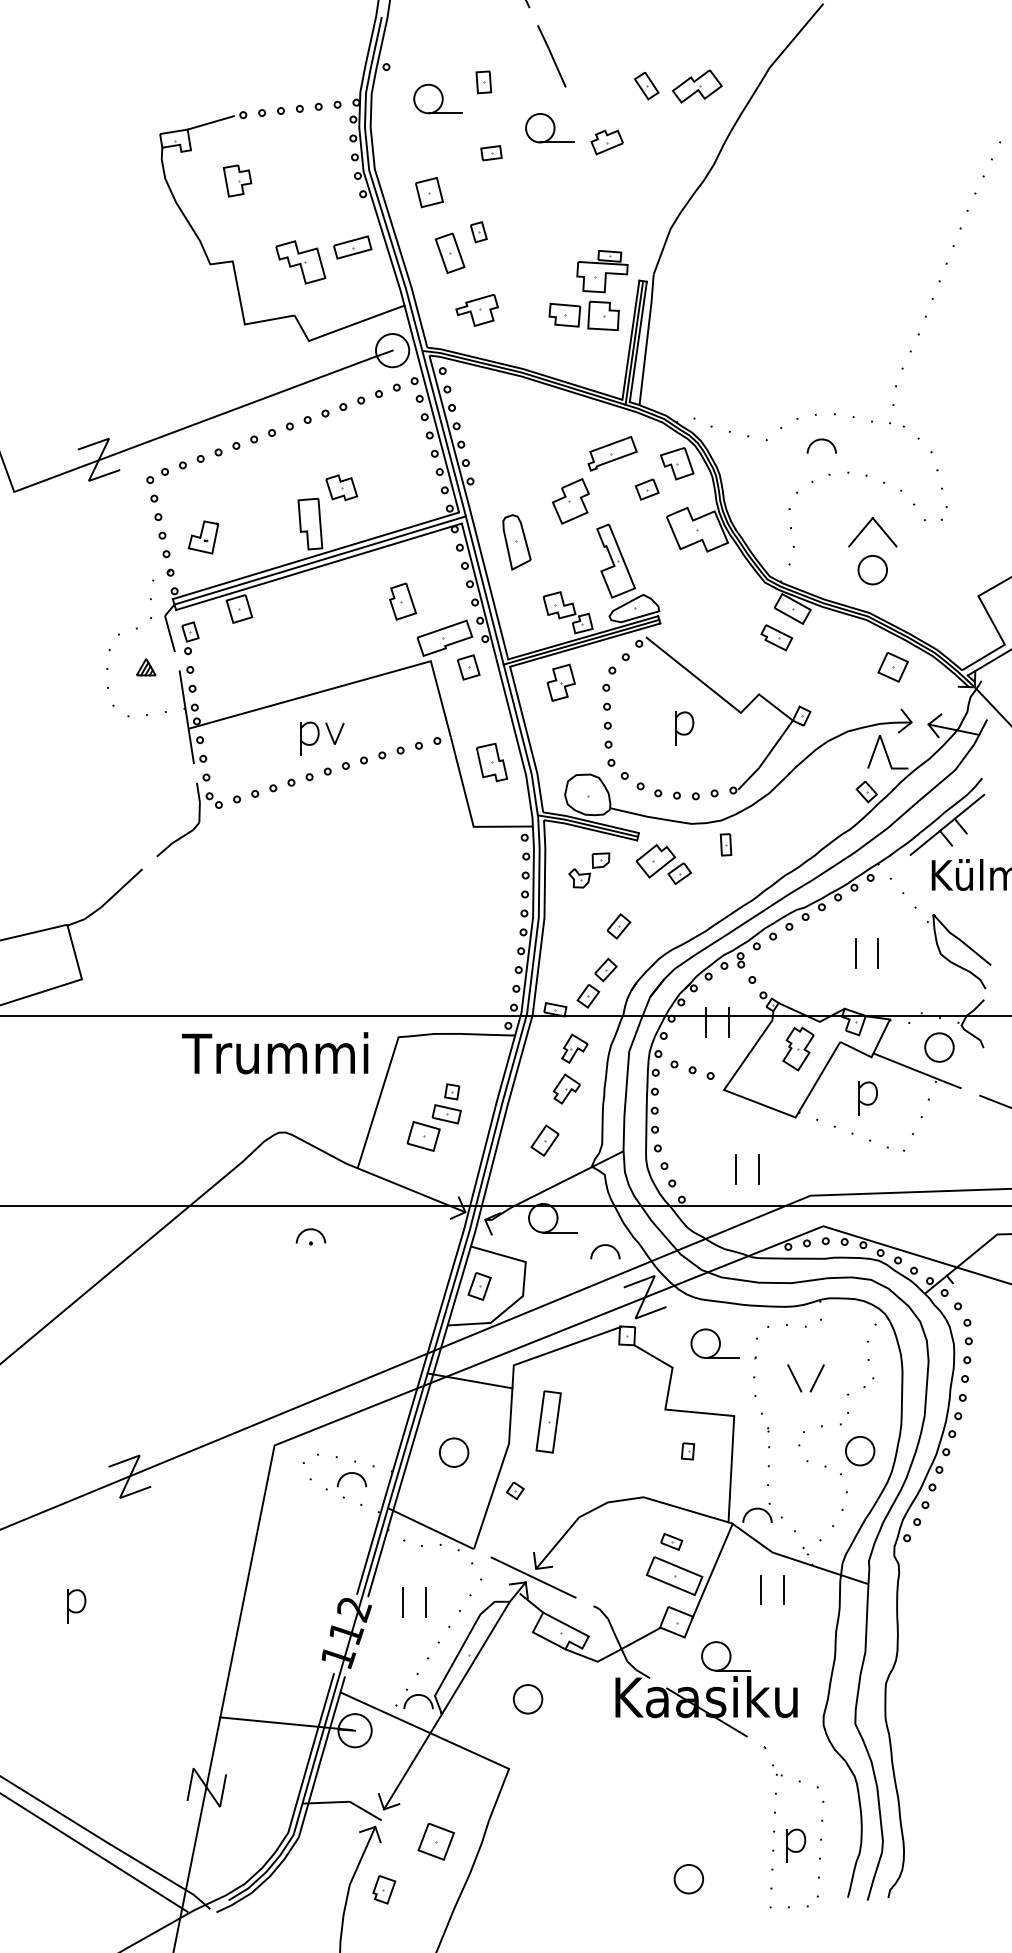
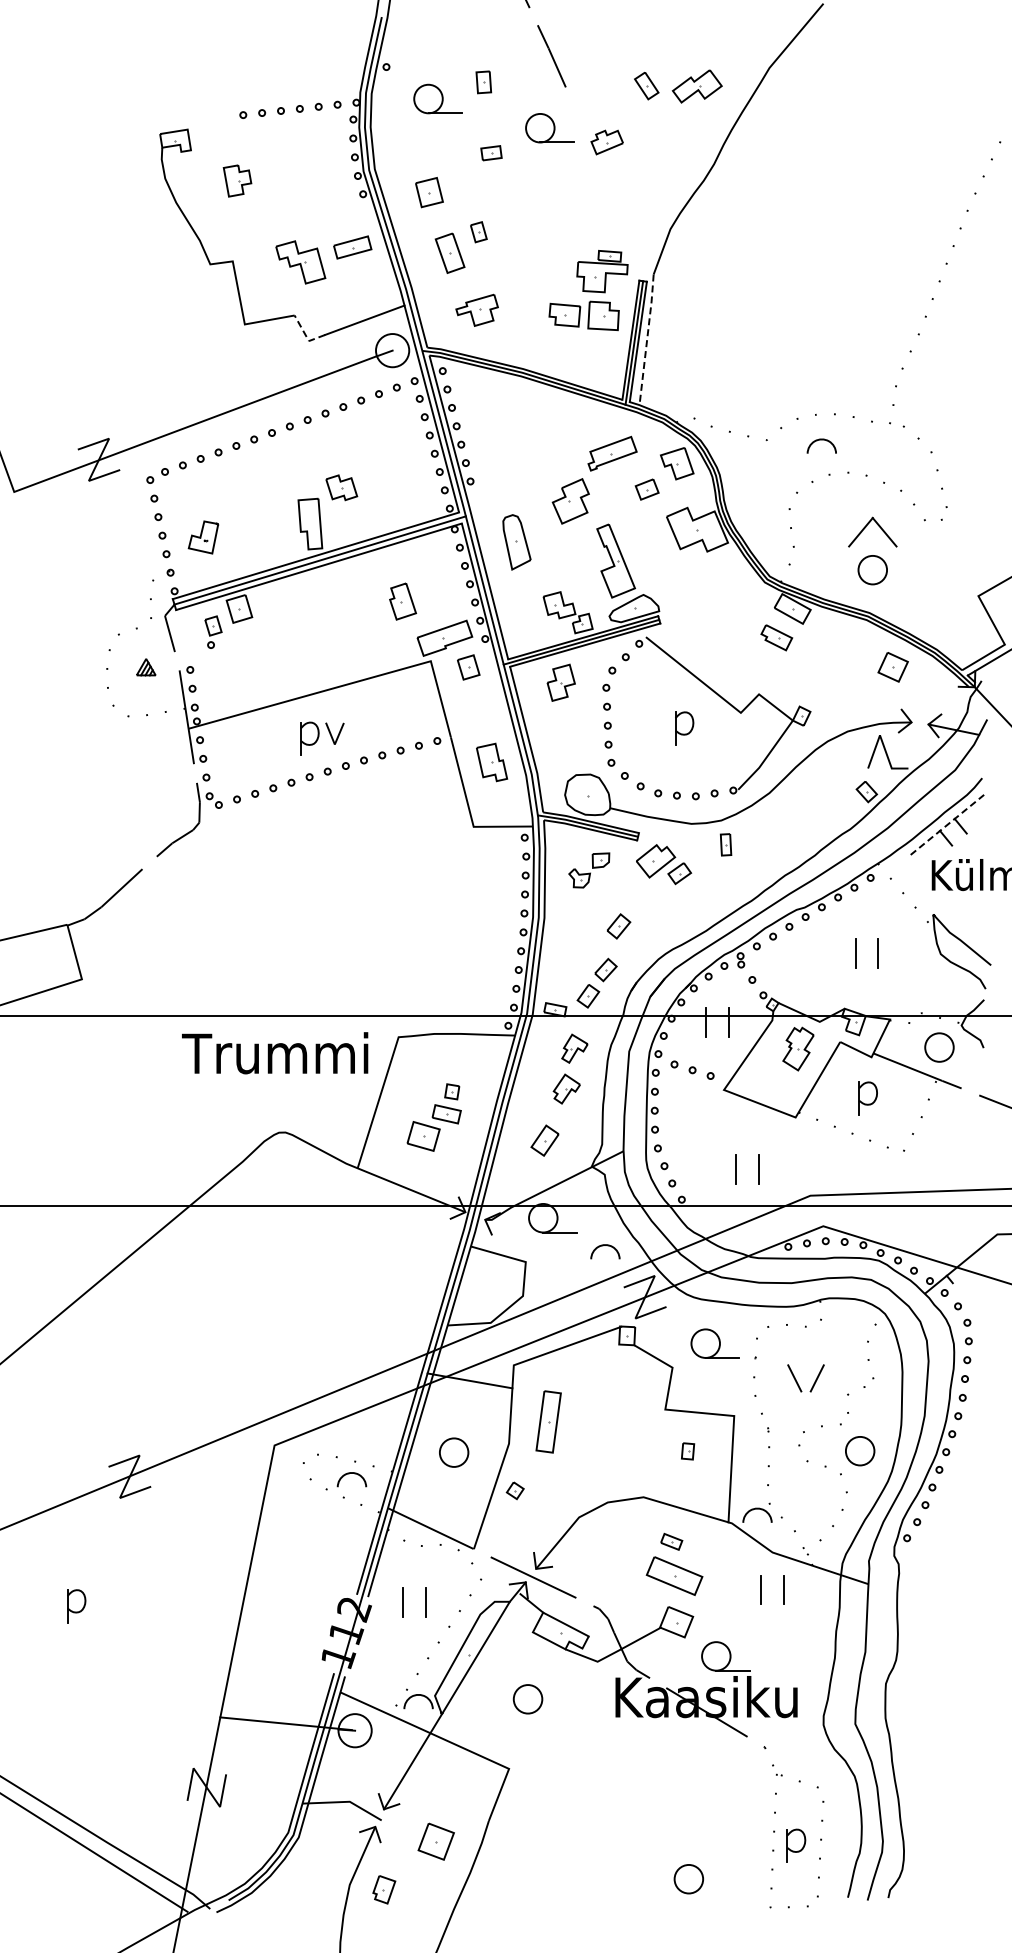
line at (210, 122): present -> none
line at (306, 335): solid -> dashed
line at (647, 339): solid -> dashed
part at (190, 637) position: (190, 637) -> (213, 631)
line at (947, 824): solid -> dashed
part at (310, 1236): present -> none
part at (479, 1286): present -> none
line at (712, 1570): present -> none
